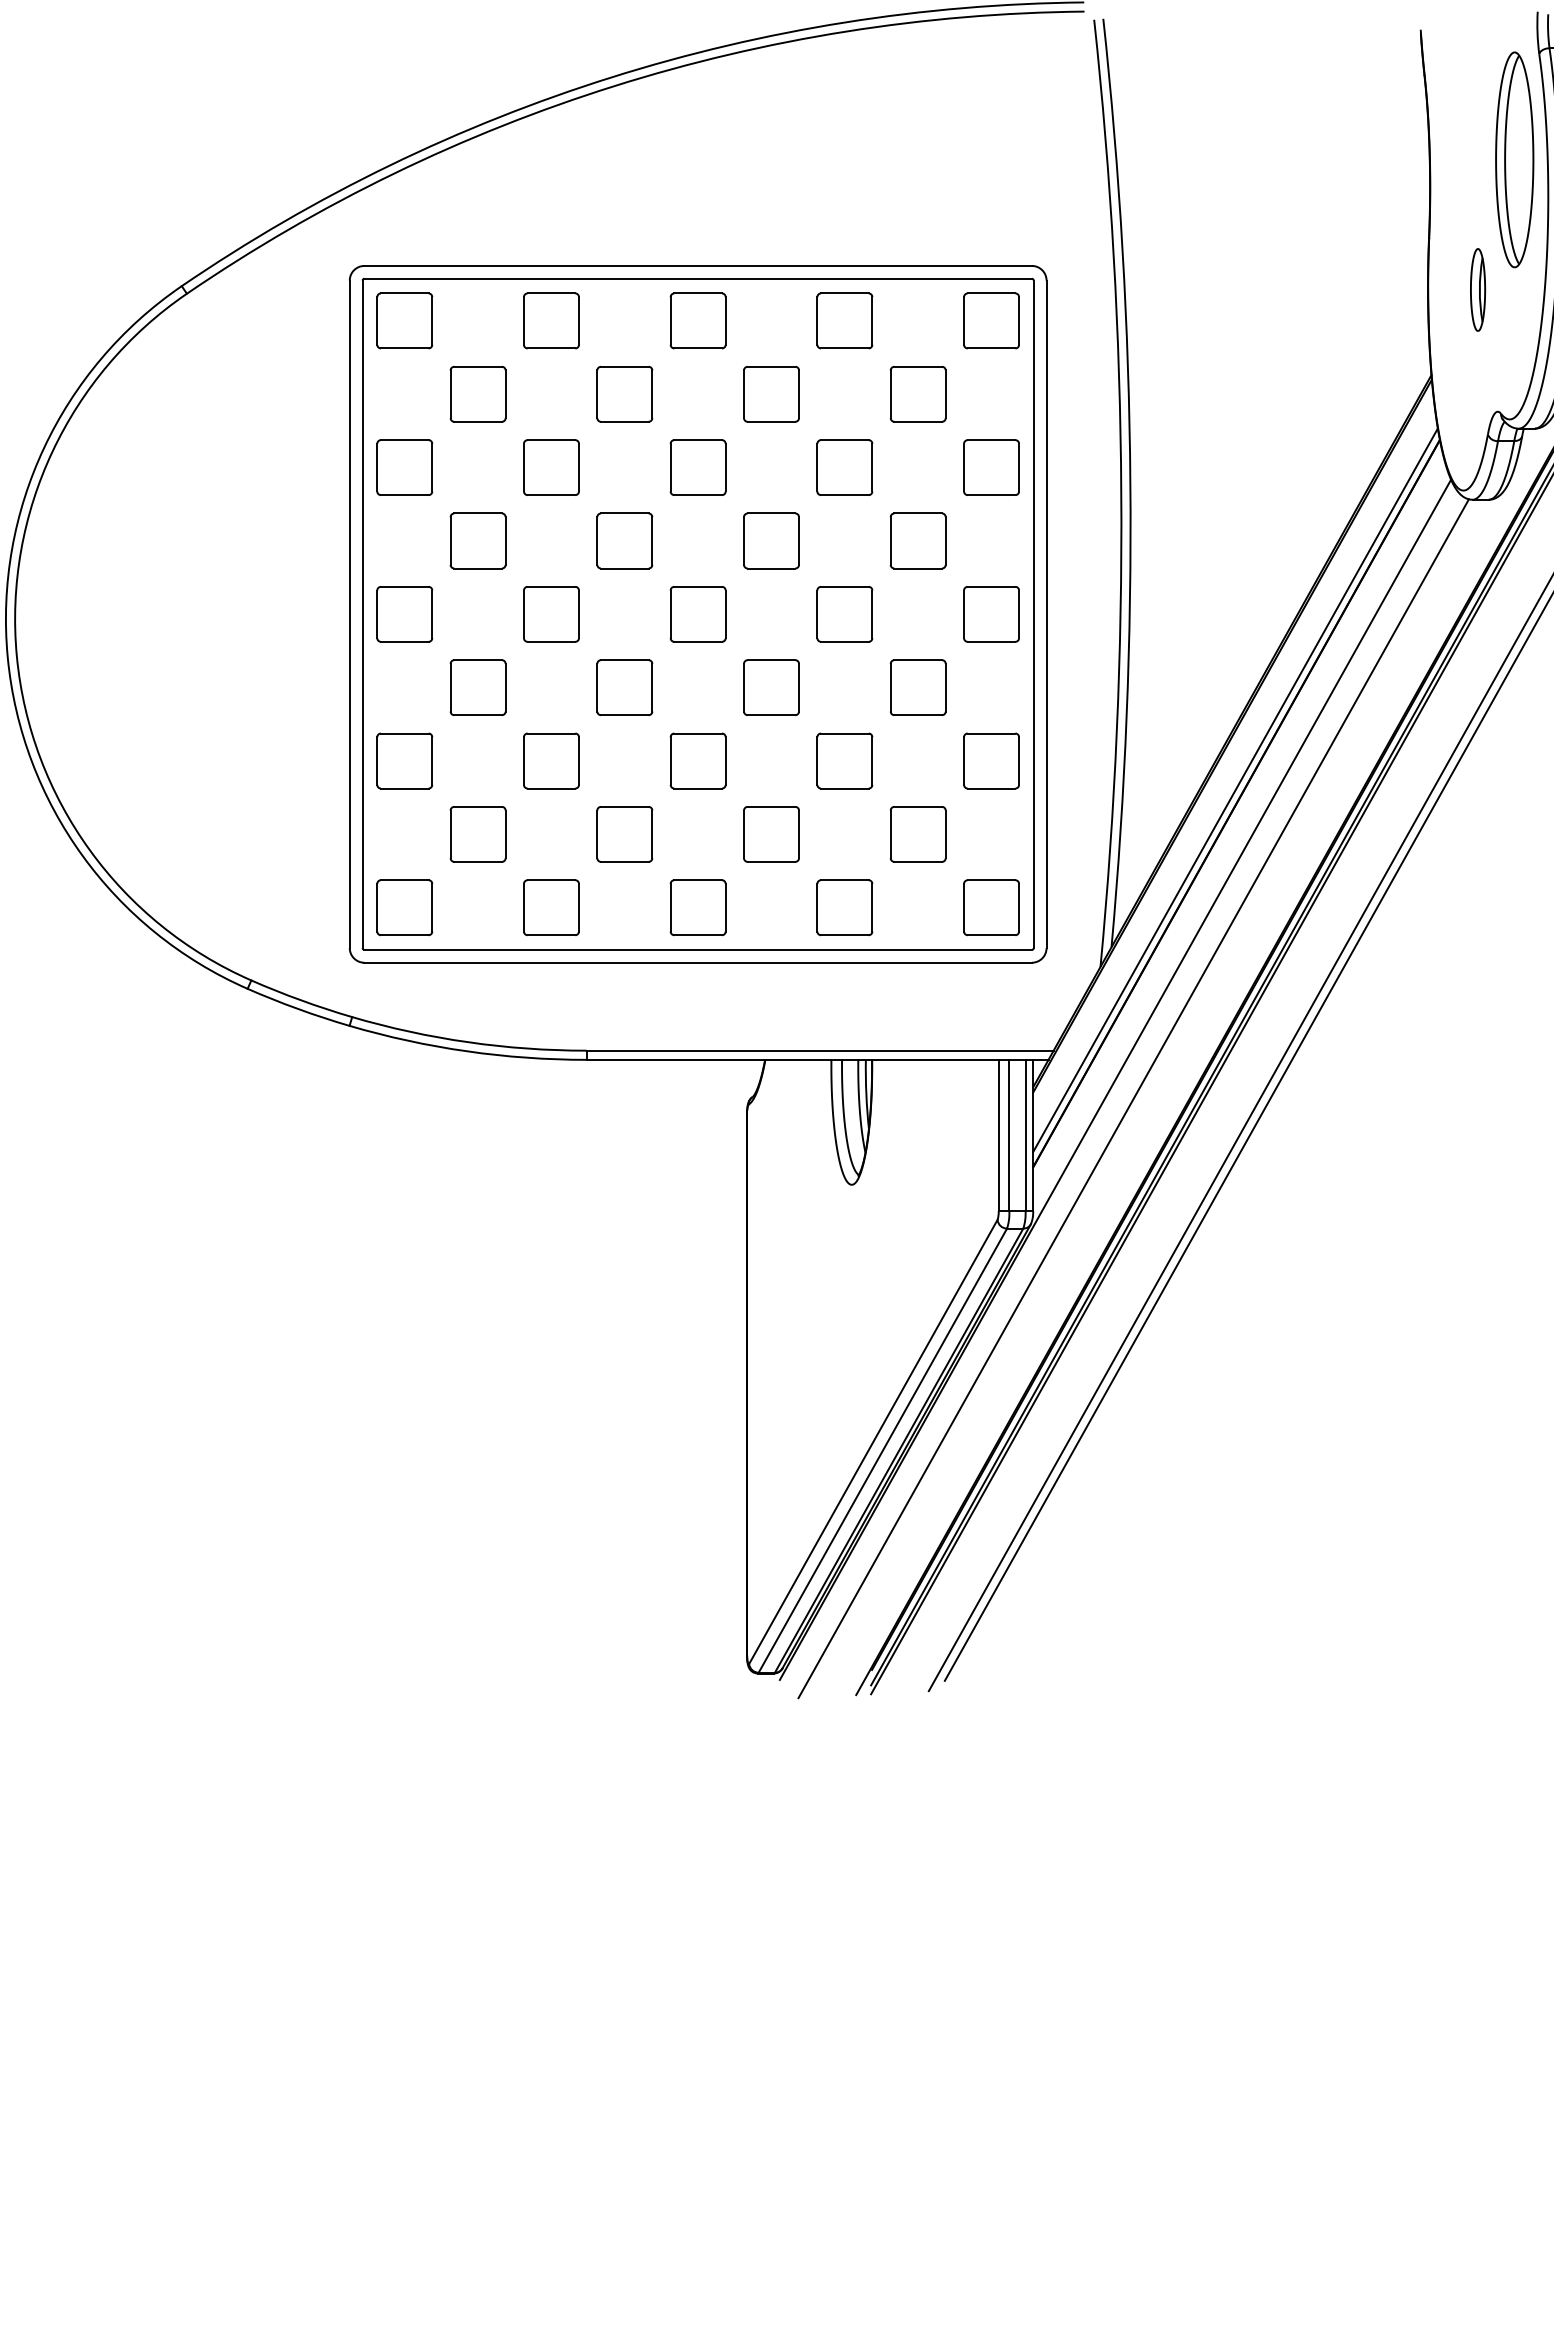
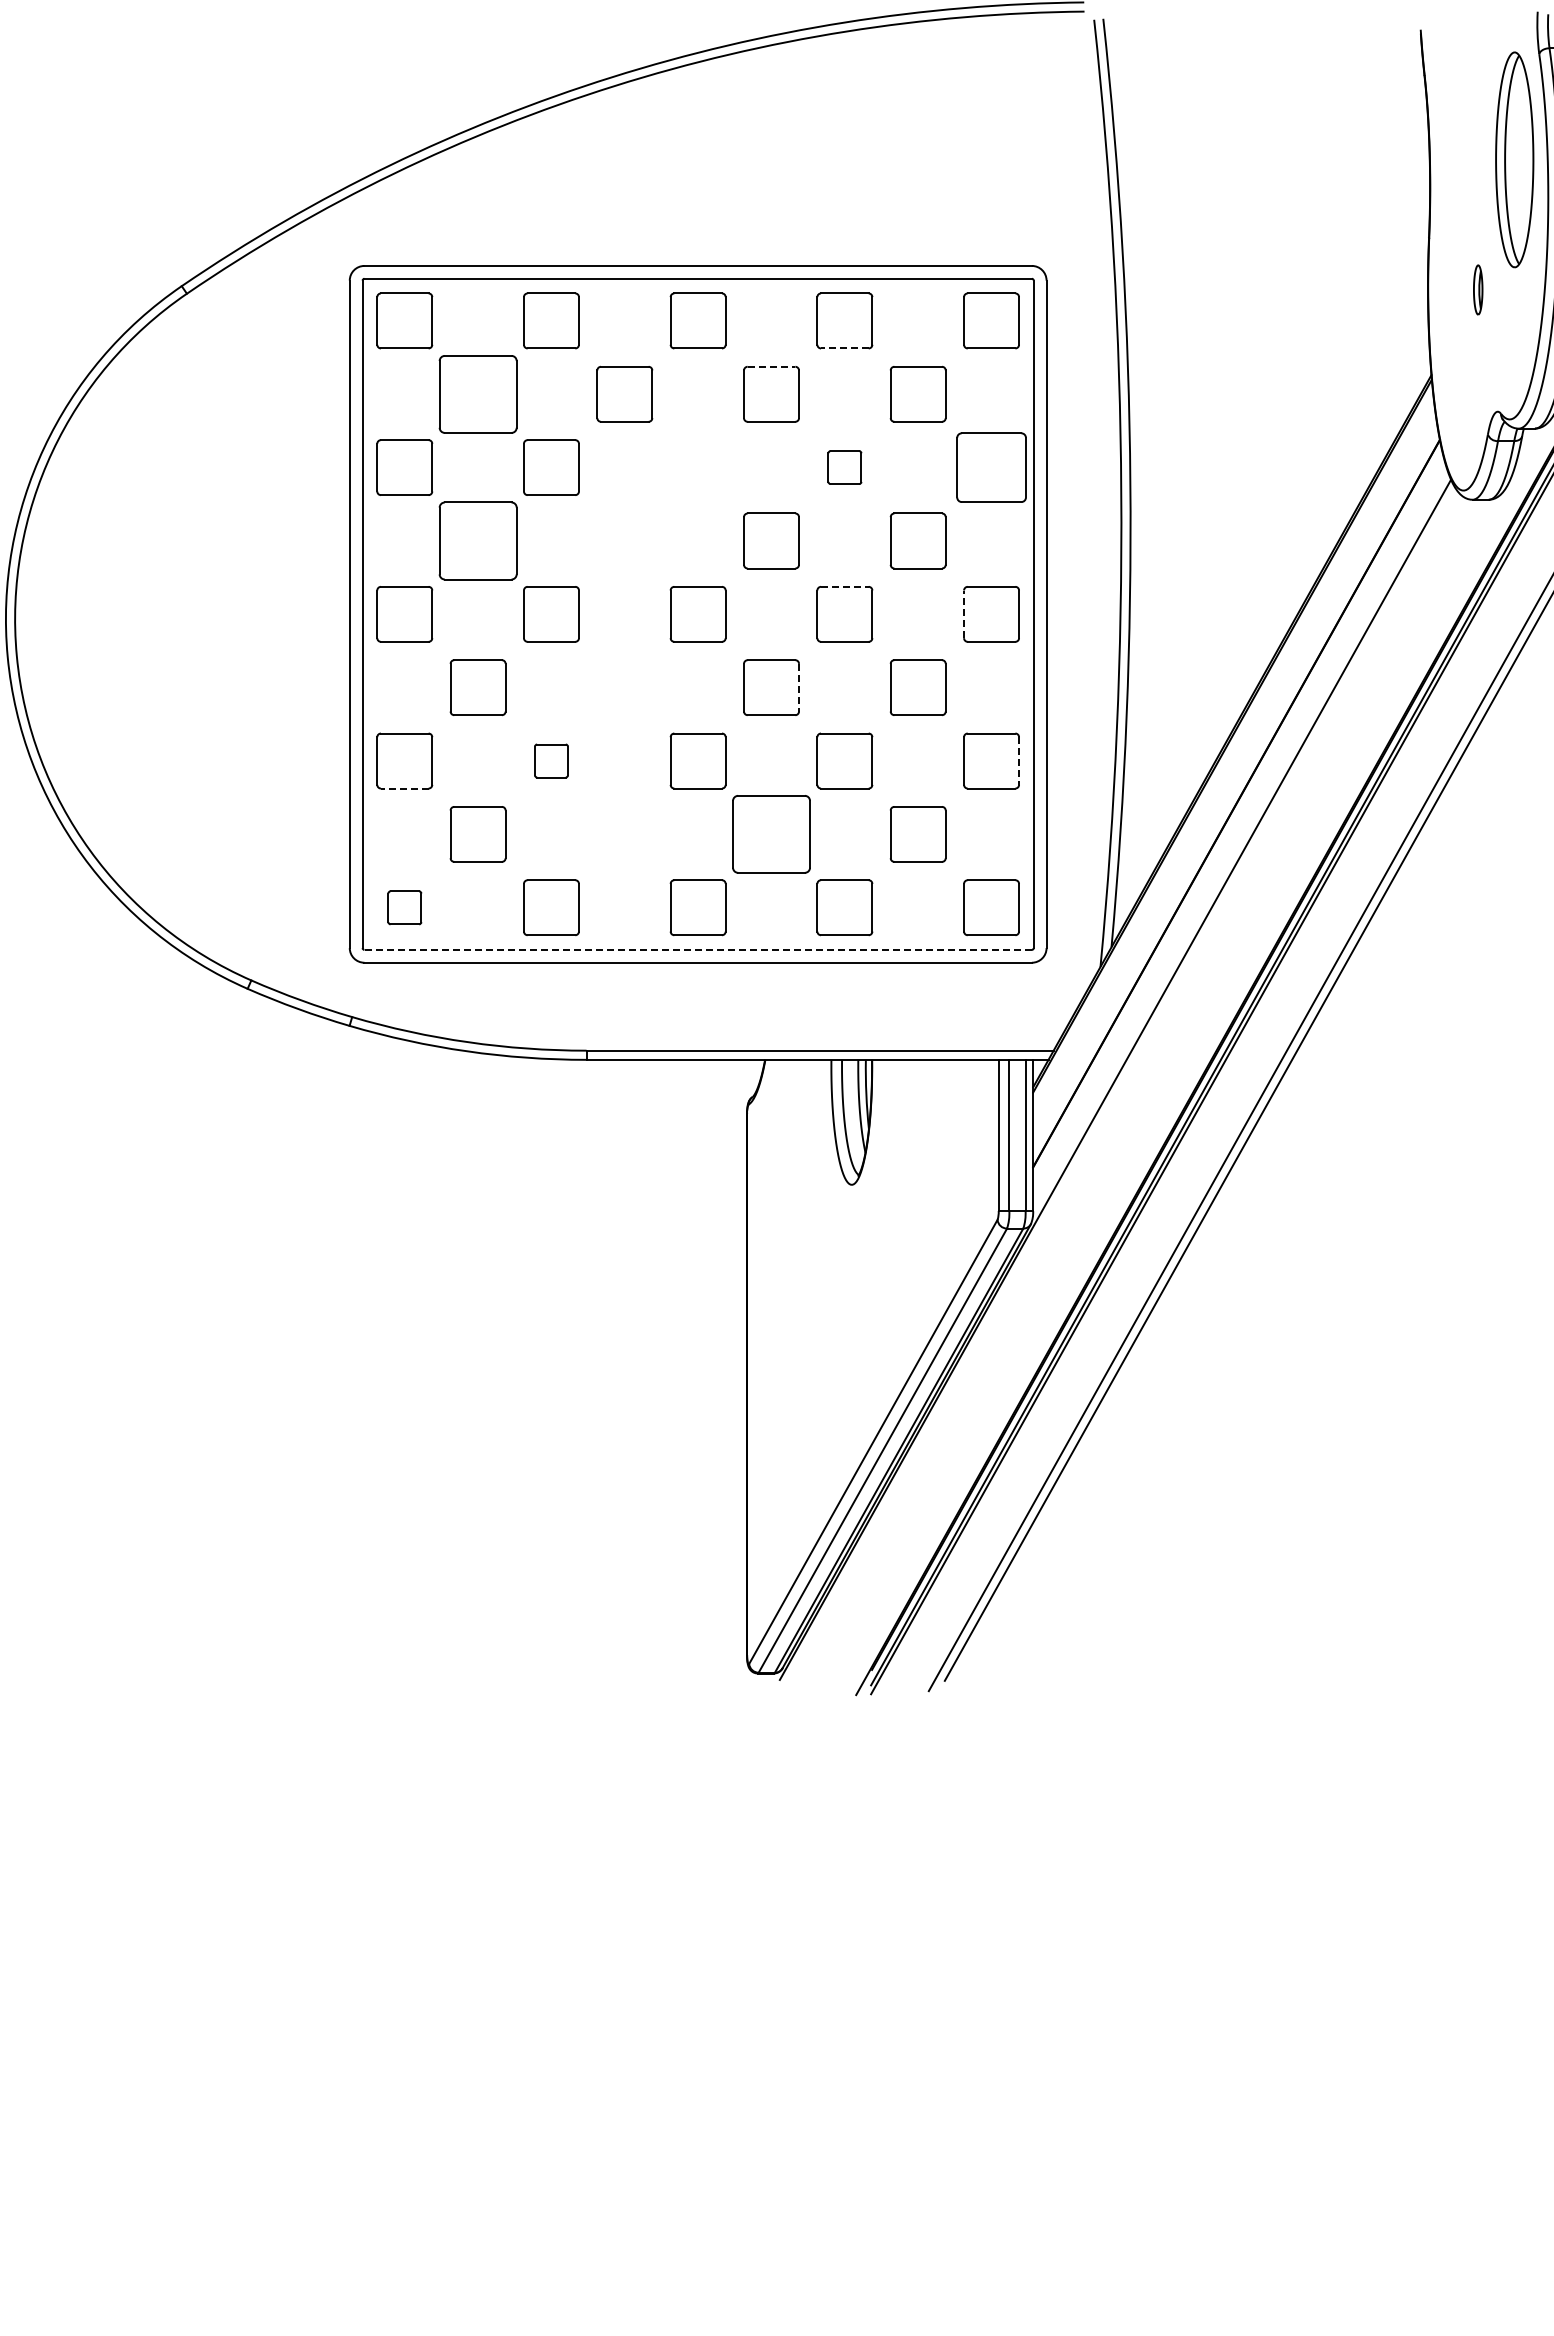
part at (1478, 289) size: 17x84 px -> 11x52 px
line at (844, 348): solid -> dashed
line at (771, 366): solid -> dashed
part at (477, 393) size: 58x58 px -> 80x79 px
part at (697, 467): present -> none
part at (844, 467) size: 58x57 px -> 36x35 px
part at (991, 467) size: 57x57 px -> 71x71 px
part at (477, 540) size: 58x58 px -> 80x80 px
part at (624, 540): present -> none
line at (844, 586): solid -> dashed
line at (964, 614): solid -> dashed
part at (624, 687): present -> none
line at (799, 687): solid -> dashed
part at (551, 760) size: 57x58 px -> 35x36 px
line at (1019, 761): solid -> dashed
line at (404, 788): solid -> dashed
line at (1235, 790): present -> none
part at (624, 834): present -> none
part at (771, 834) size: 57x57 px -> 79x79 px
part at (404, 907) size: 58x58 px -> 36x36 px
line at (698, 949): solid -> dashed
line at (1133, 1098): present -> none
